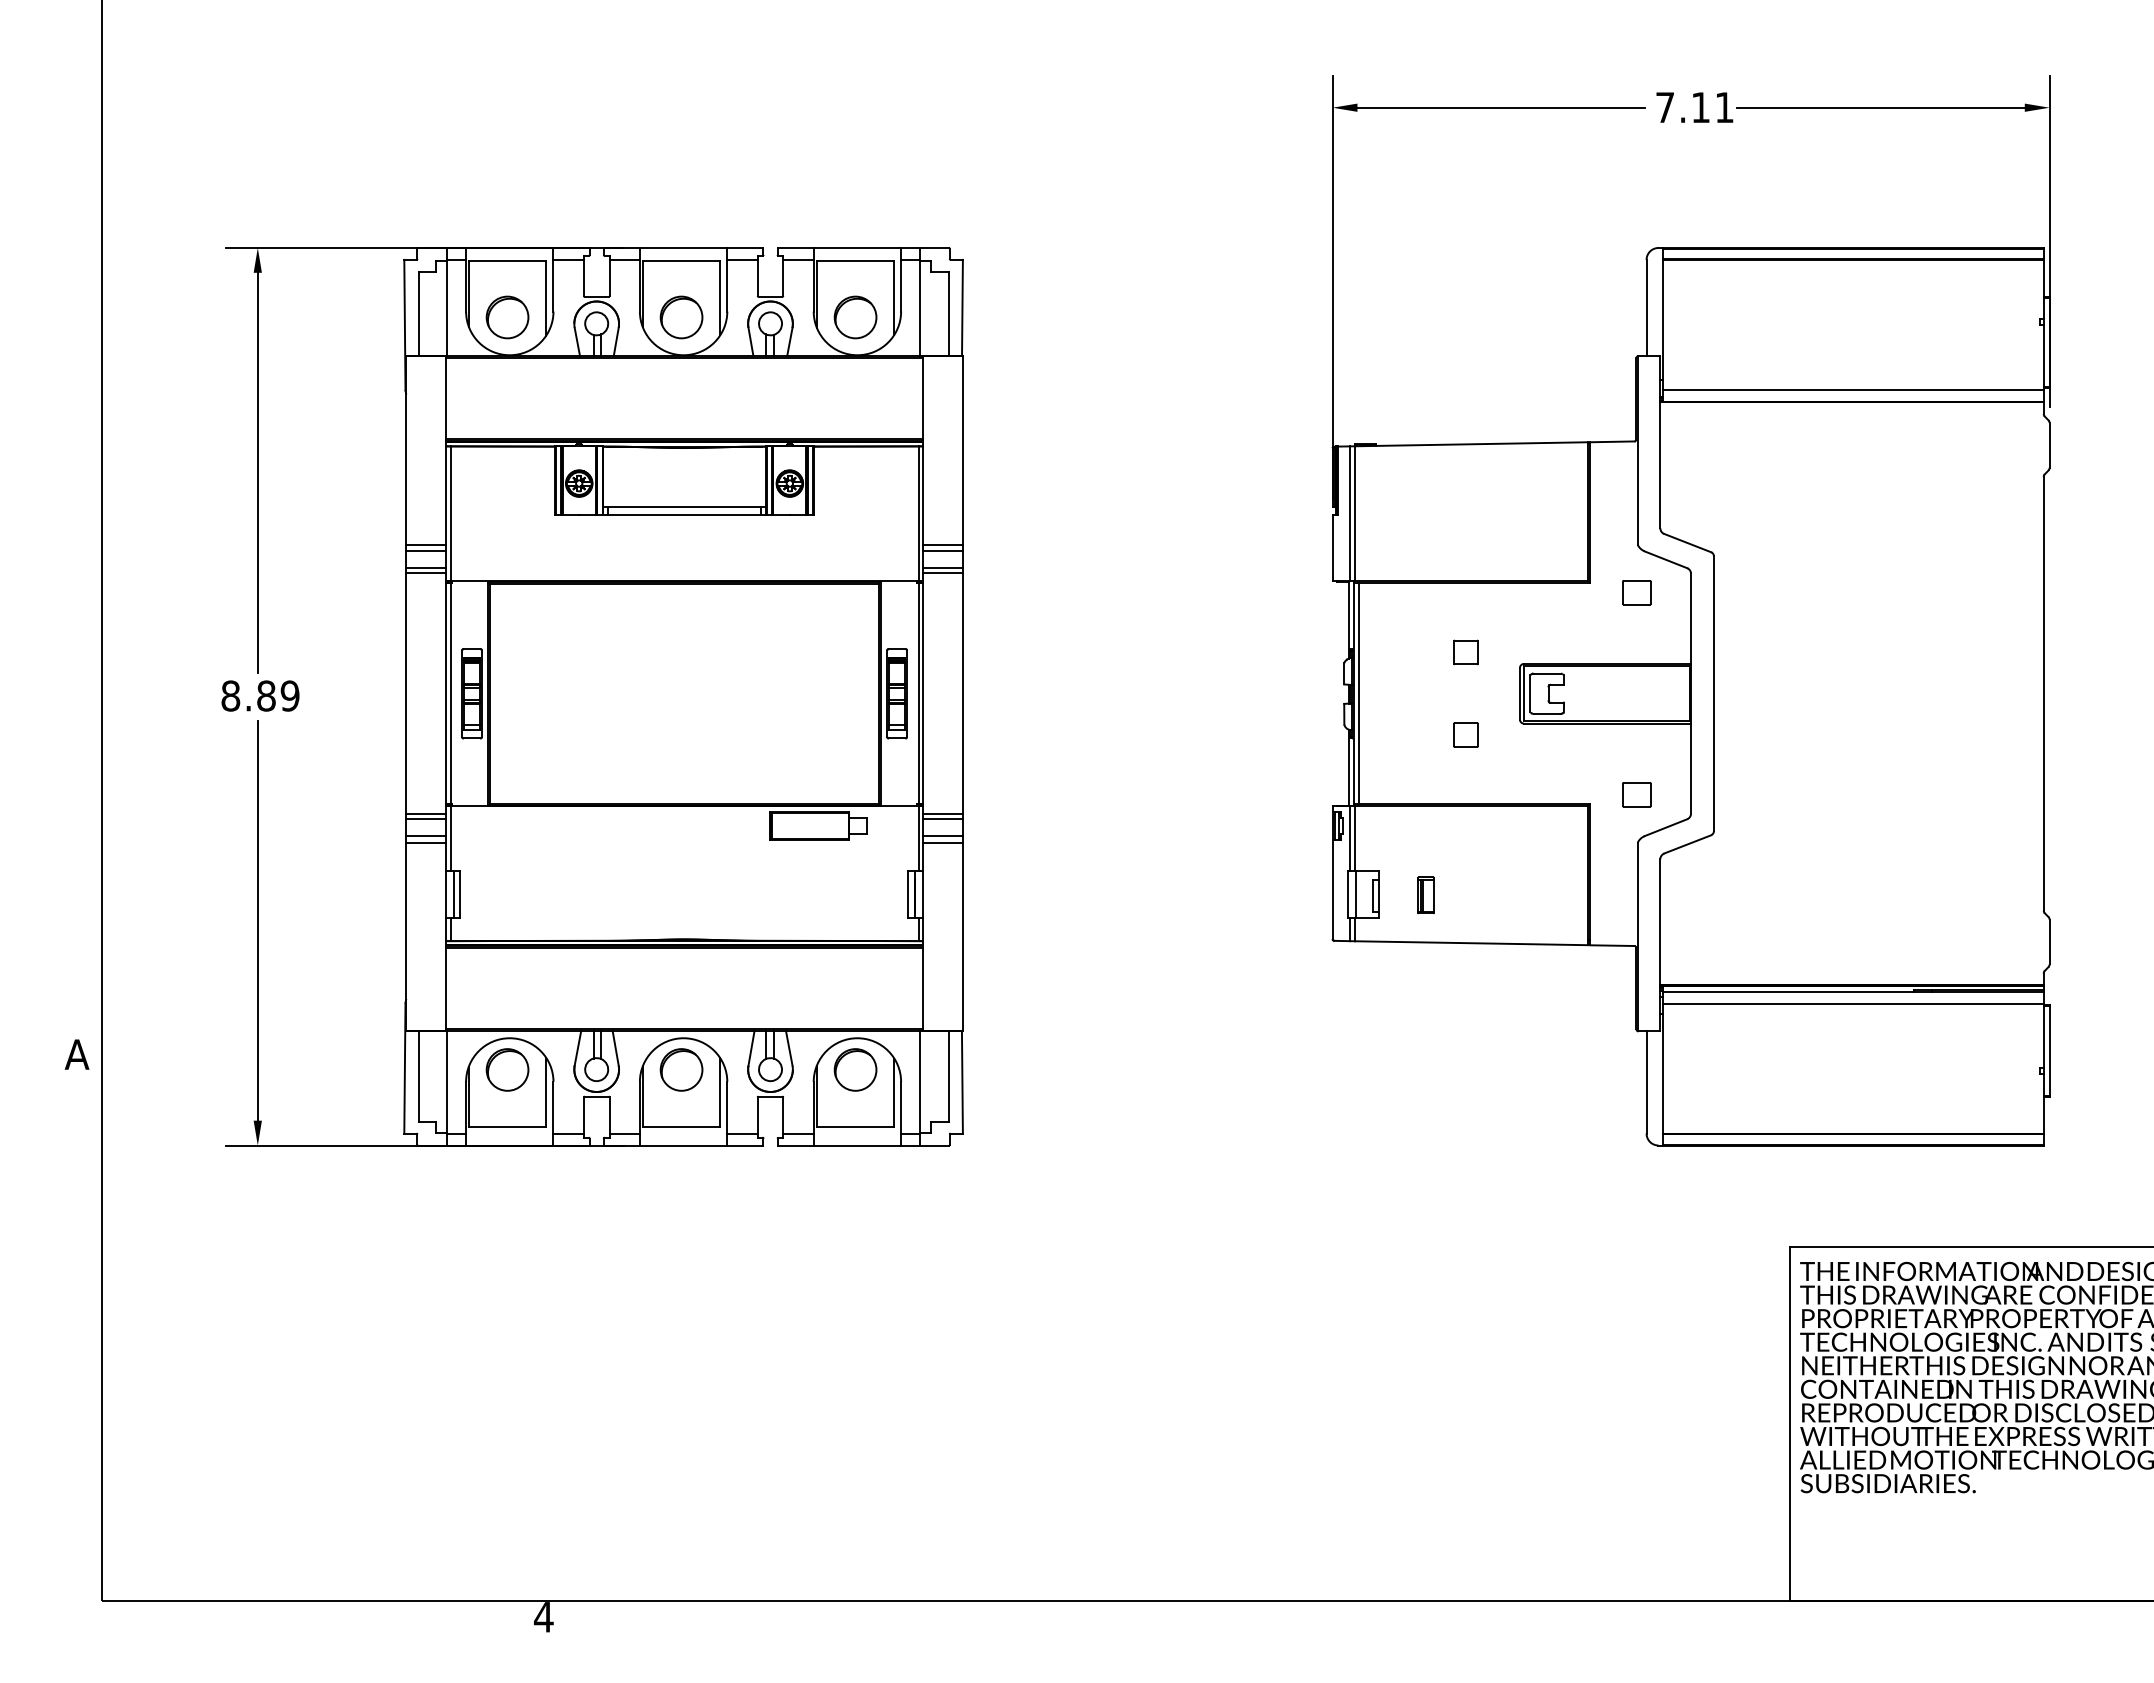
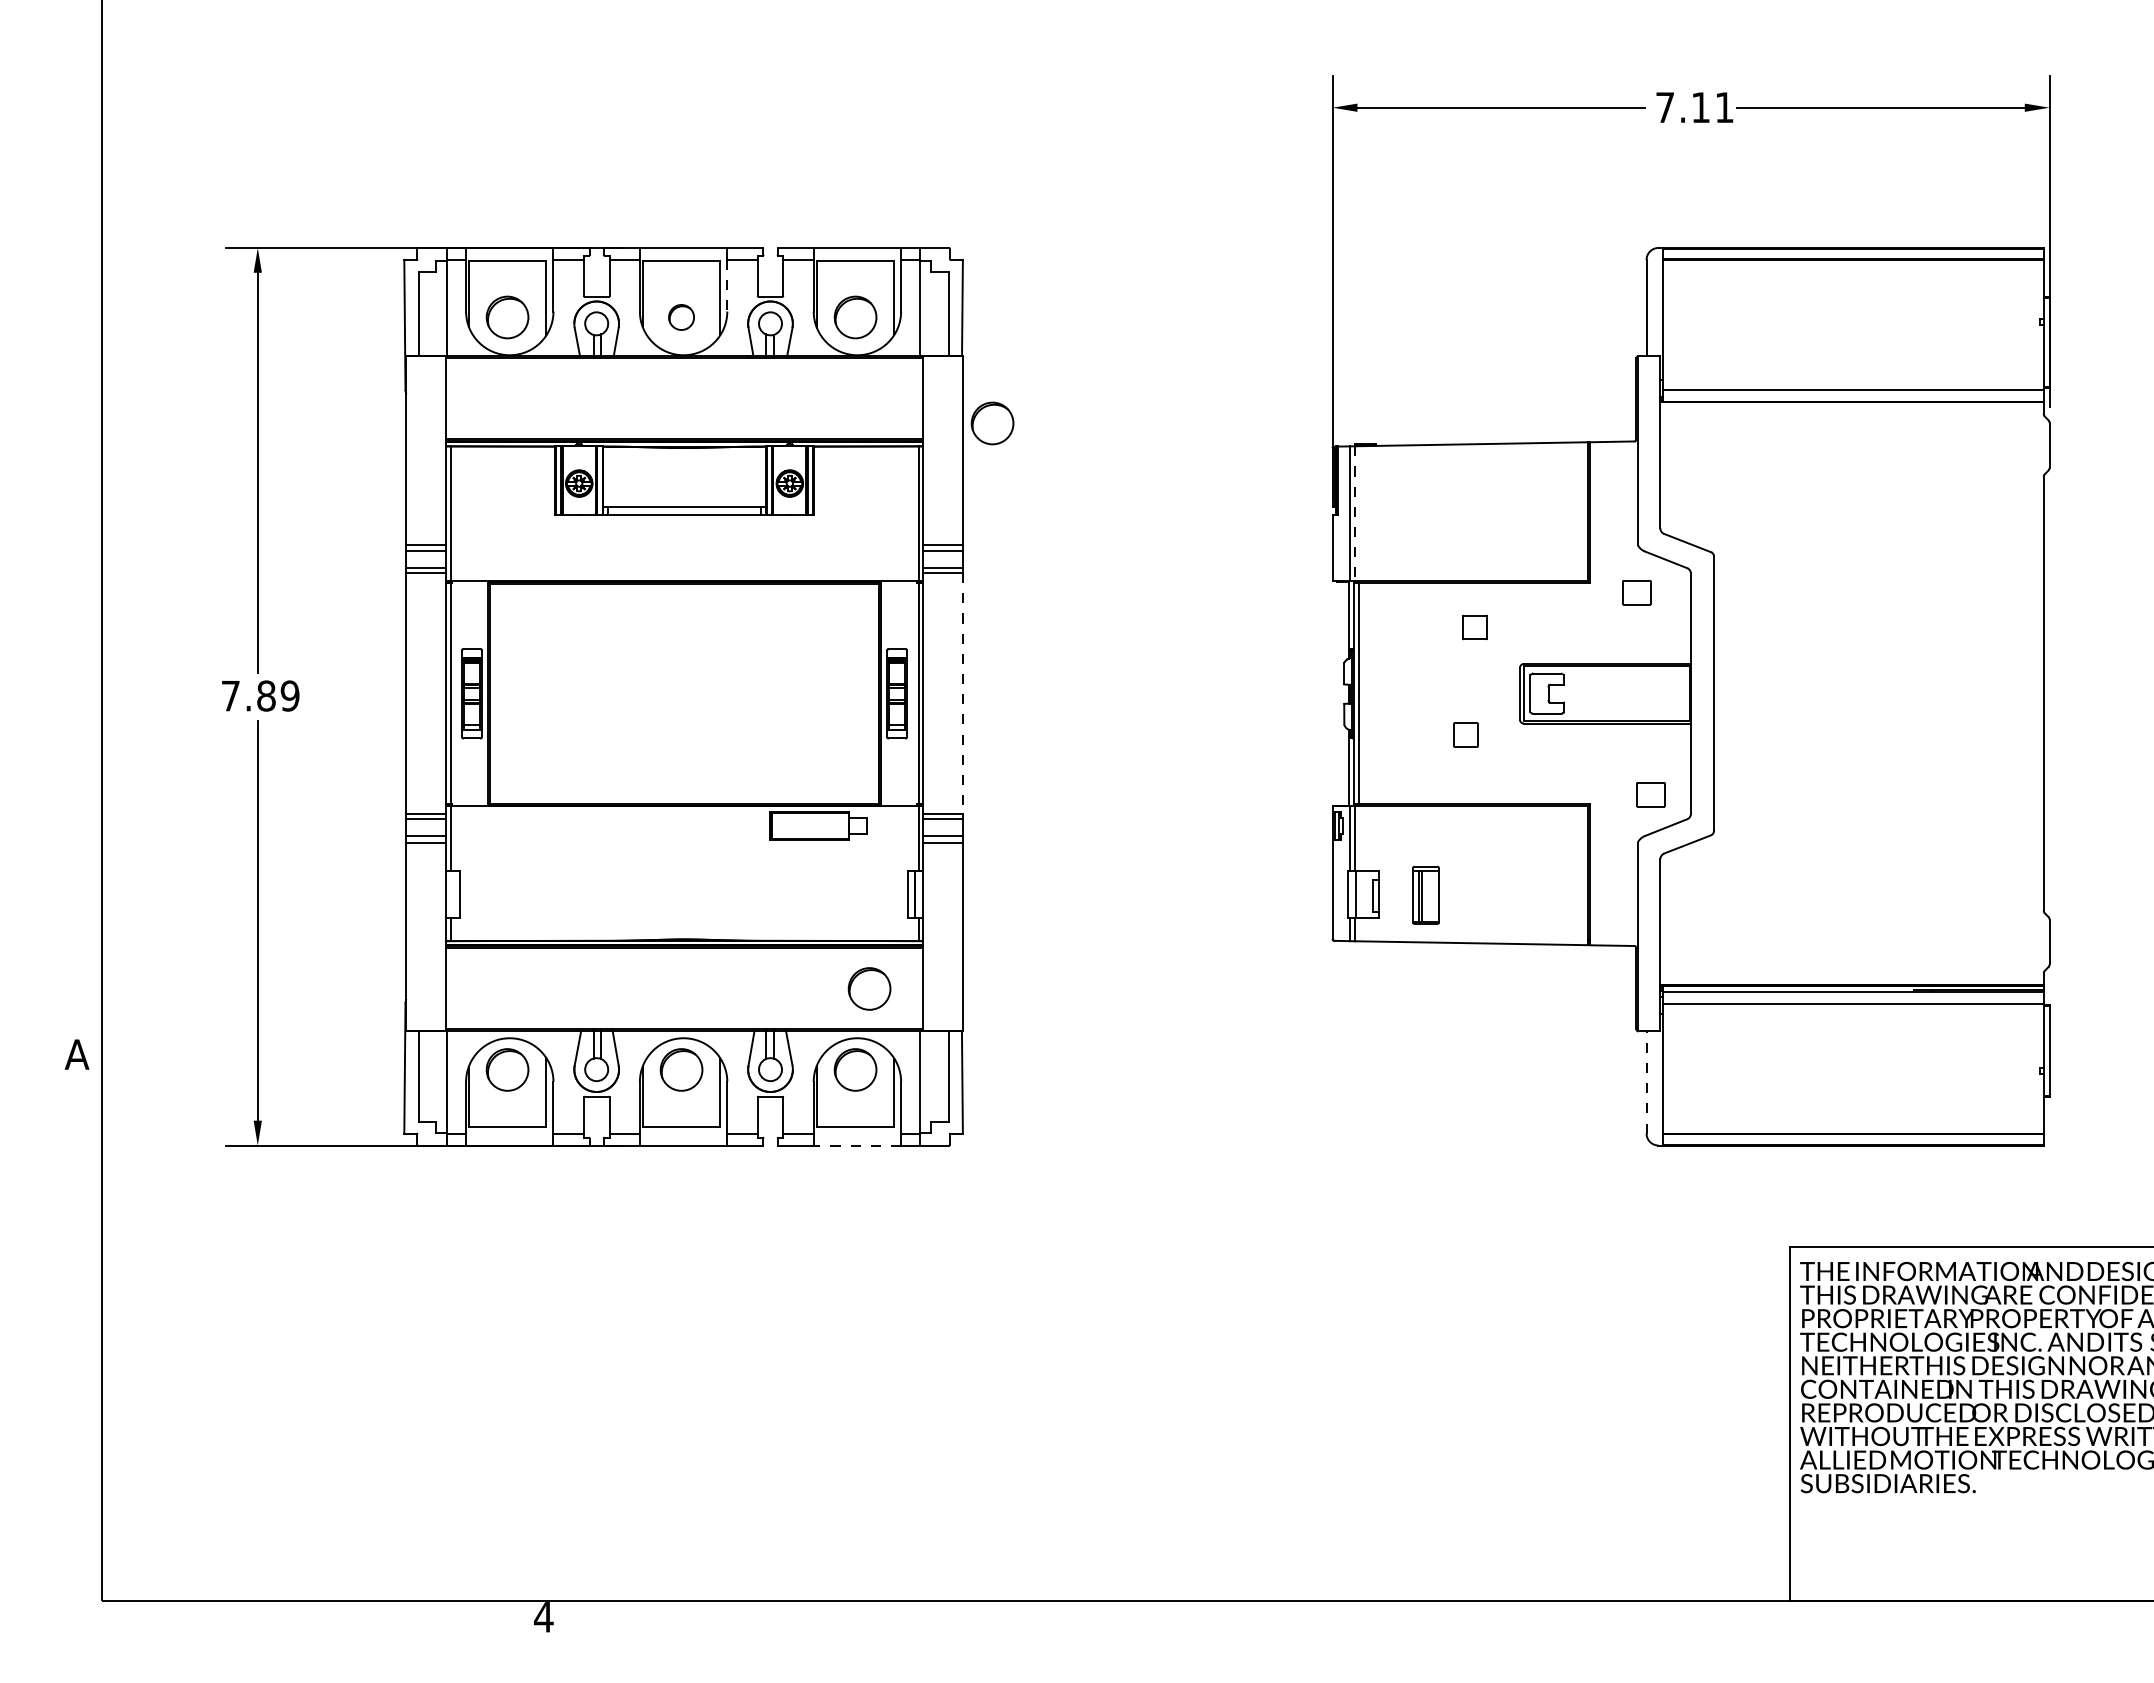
line at (727, 285): solid -> dashed
part at (681, 317) size: 45x45 px -> 27x27 px
part at (992, 423): none -> present
line at (1355, 514): solid -> dashed
part at (1465, 652) position: (1465, 652) -> (1474, 627)
line at (962, 693): solid -> dashed
text at (230, 695): 8.89 -> 7.89
part at (1636, 794) position: (1636, 794) -> (1650, 794)
line at (453, 894): present -> none
part at (1425, 895) size: 18x39 px -> 28x59 px
part at (869, 988): none -> present
line at (1646, 1082): solid -> dashed
line at (857, 1145): solid -> dashed
